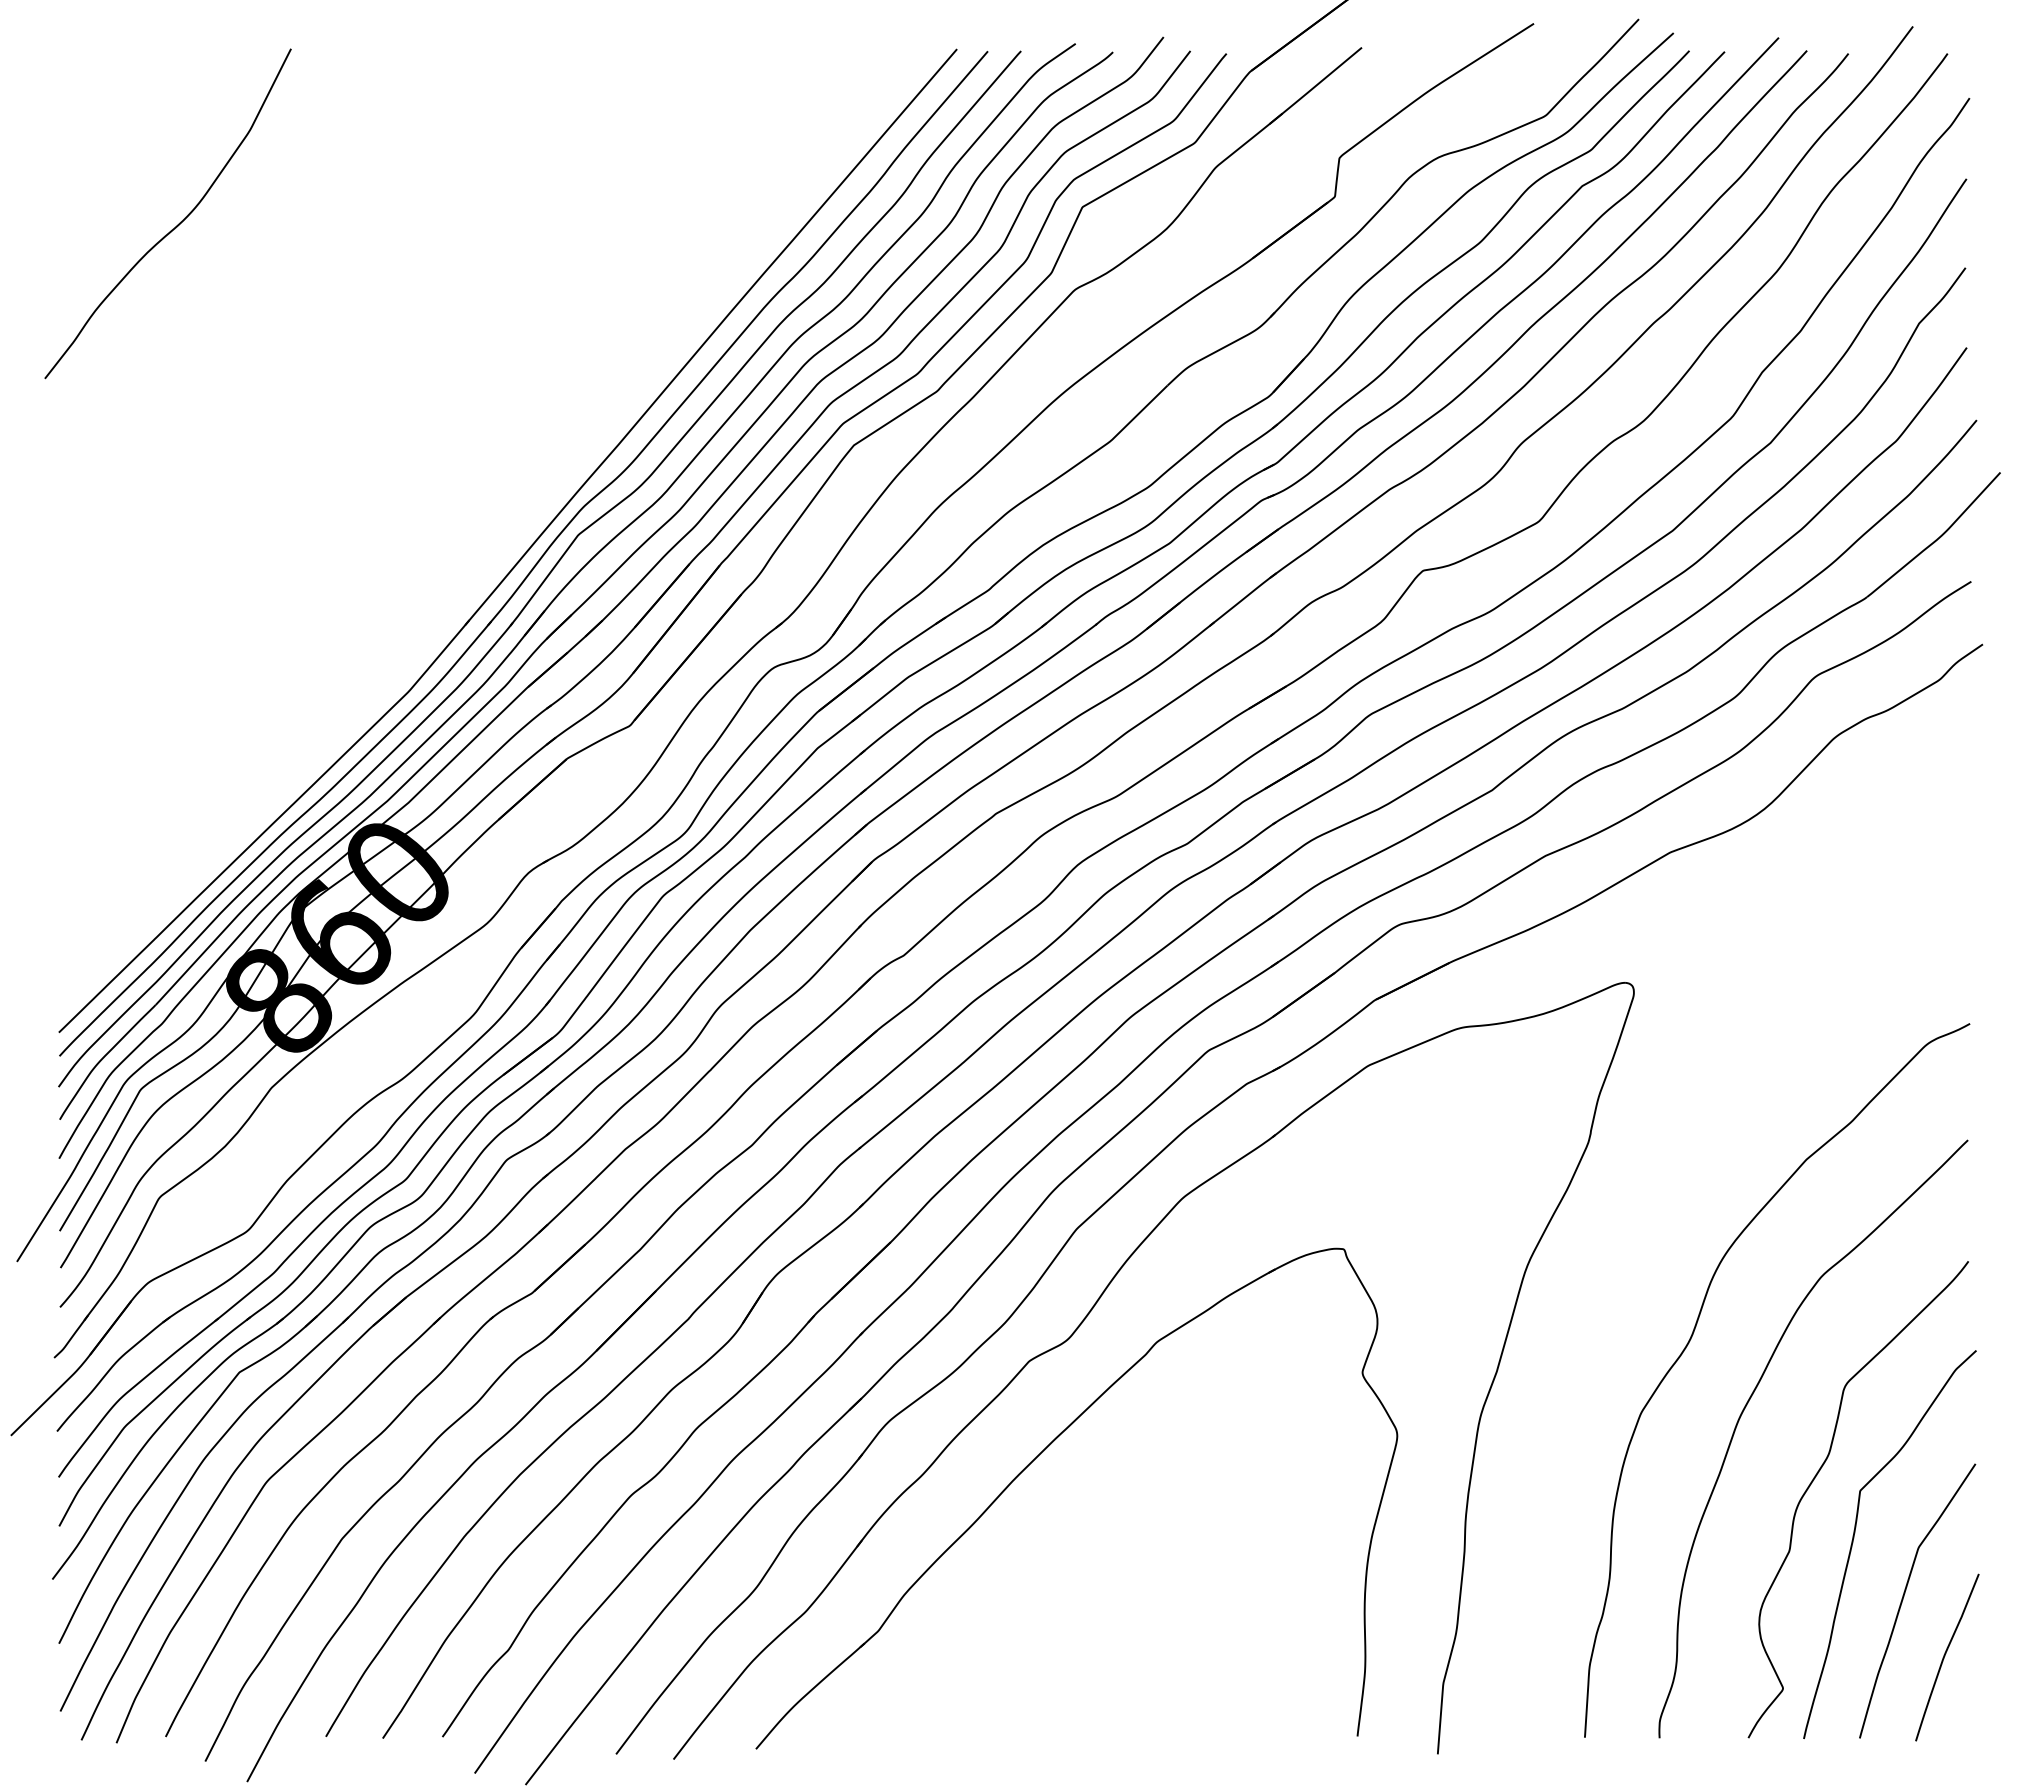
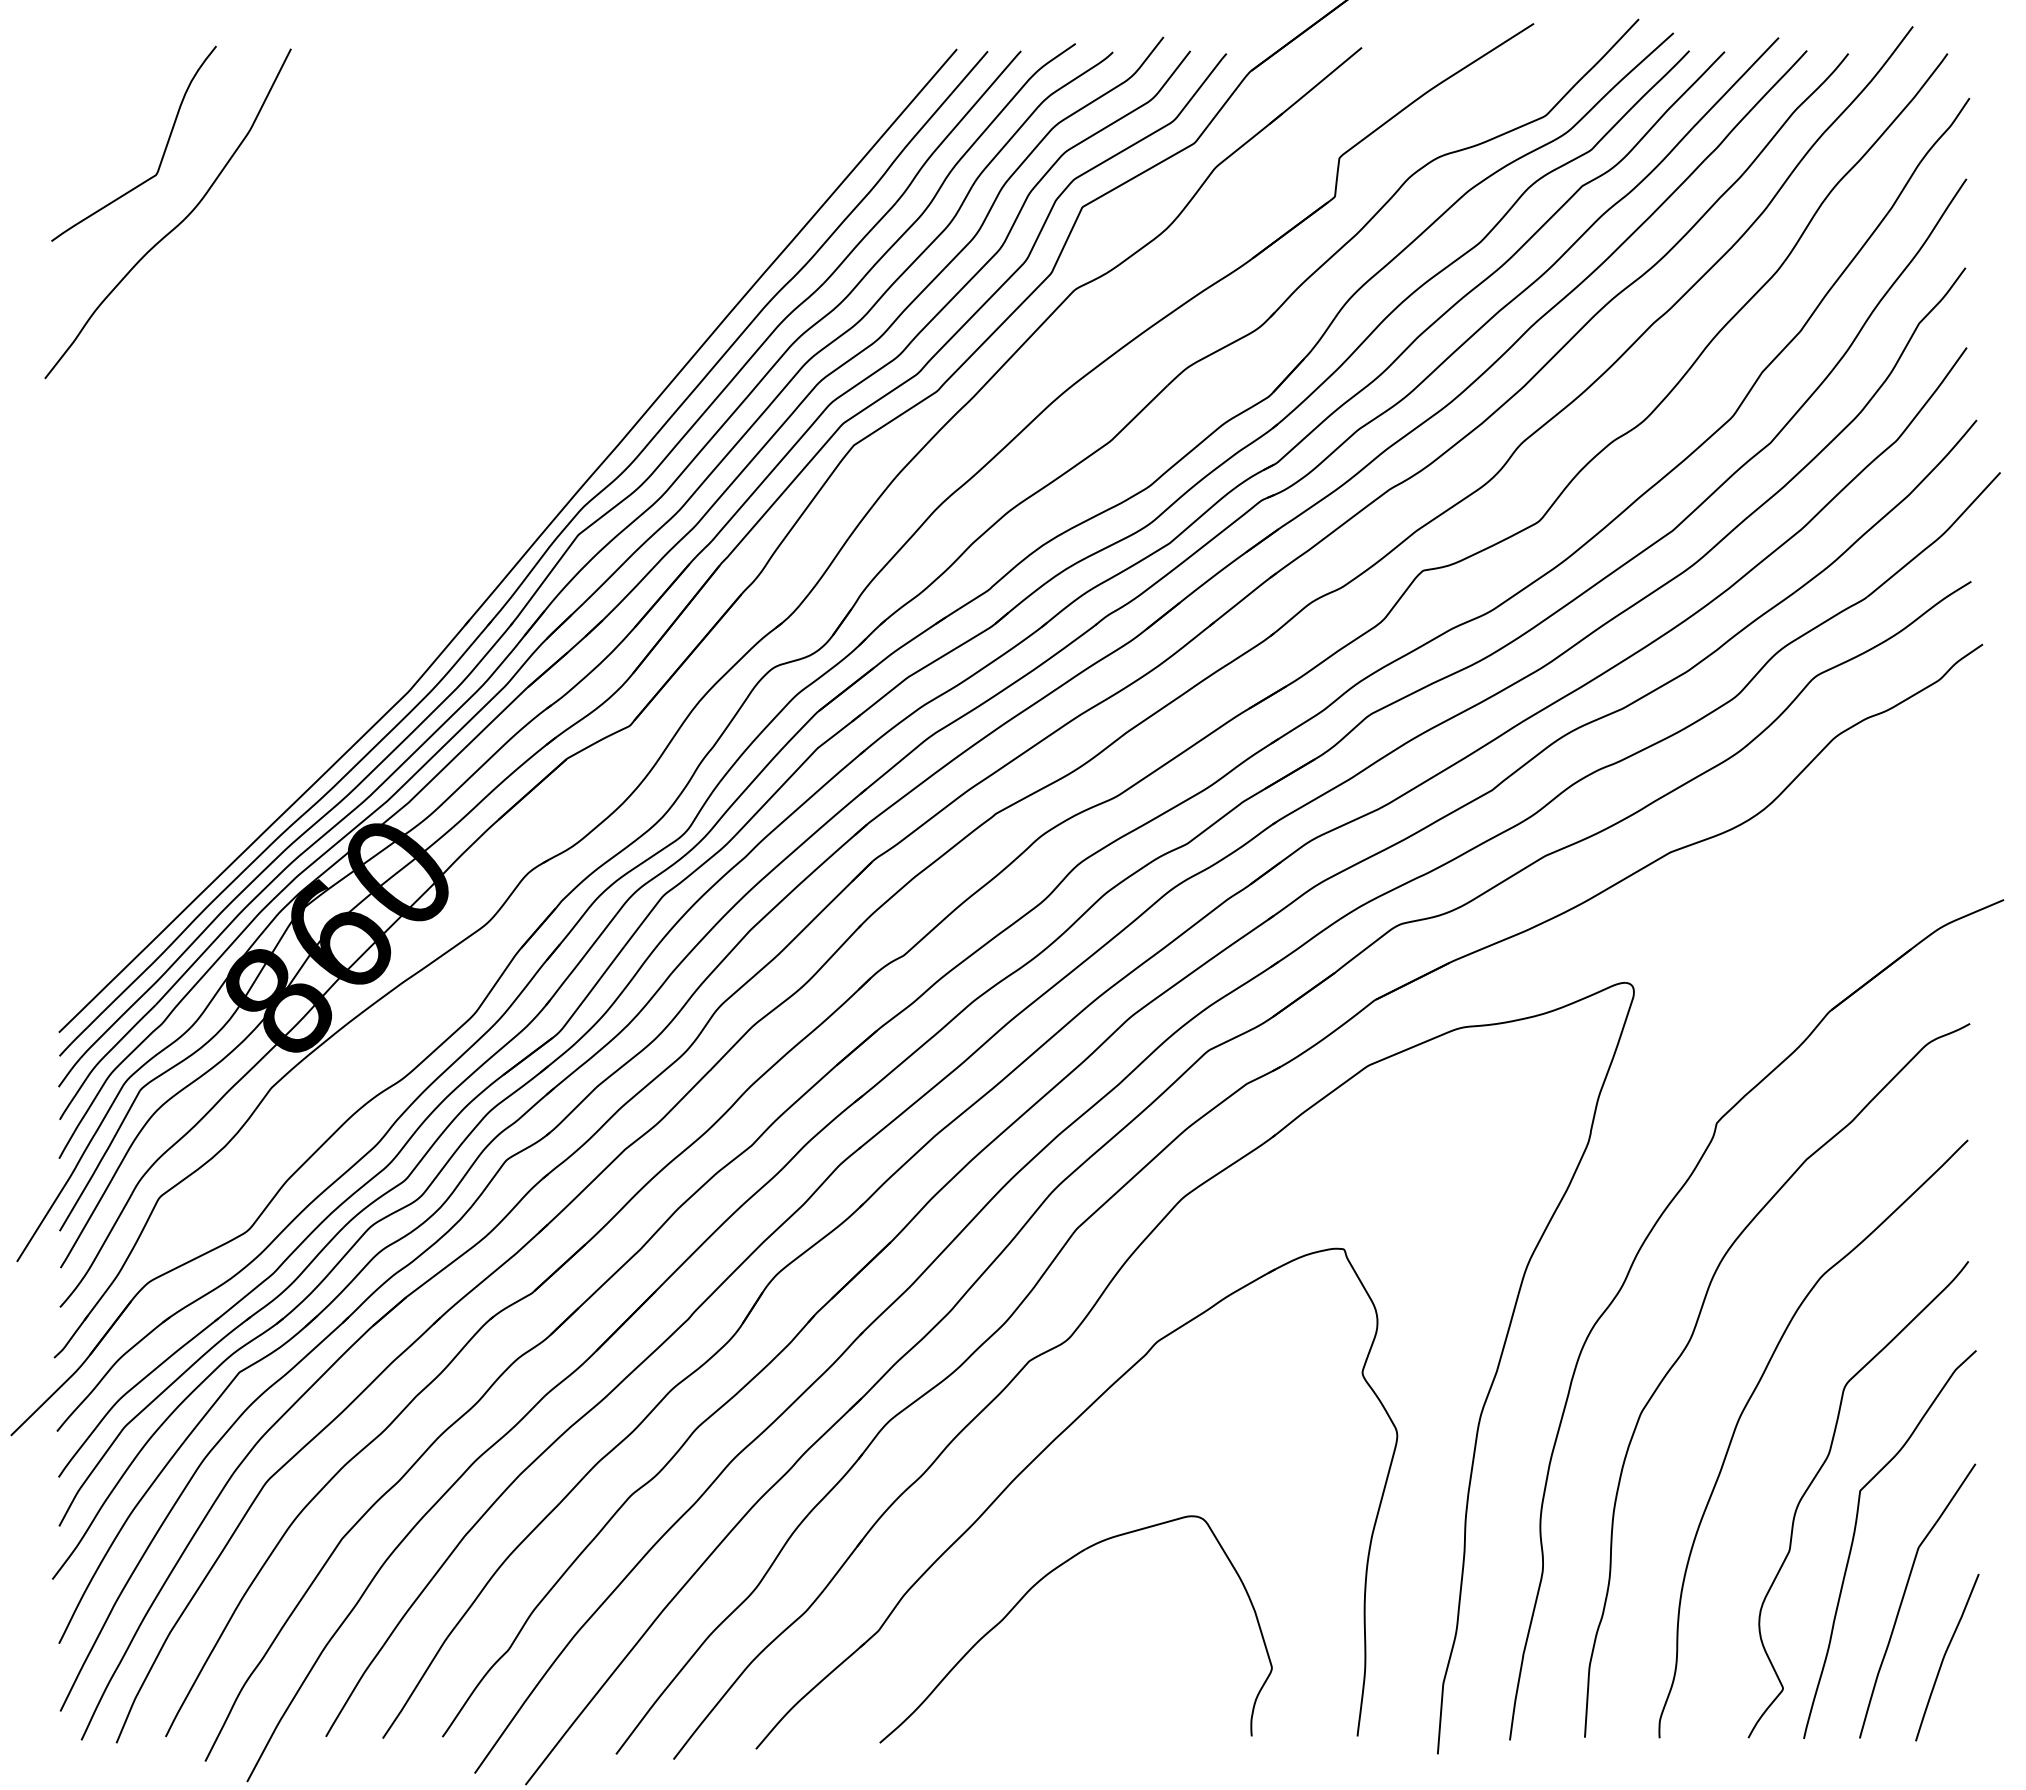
curve at (162, 154): none -> present
part at (1636, 1258): none -> present
part at (1037, 1584): none -> present
